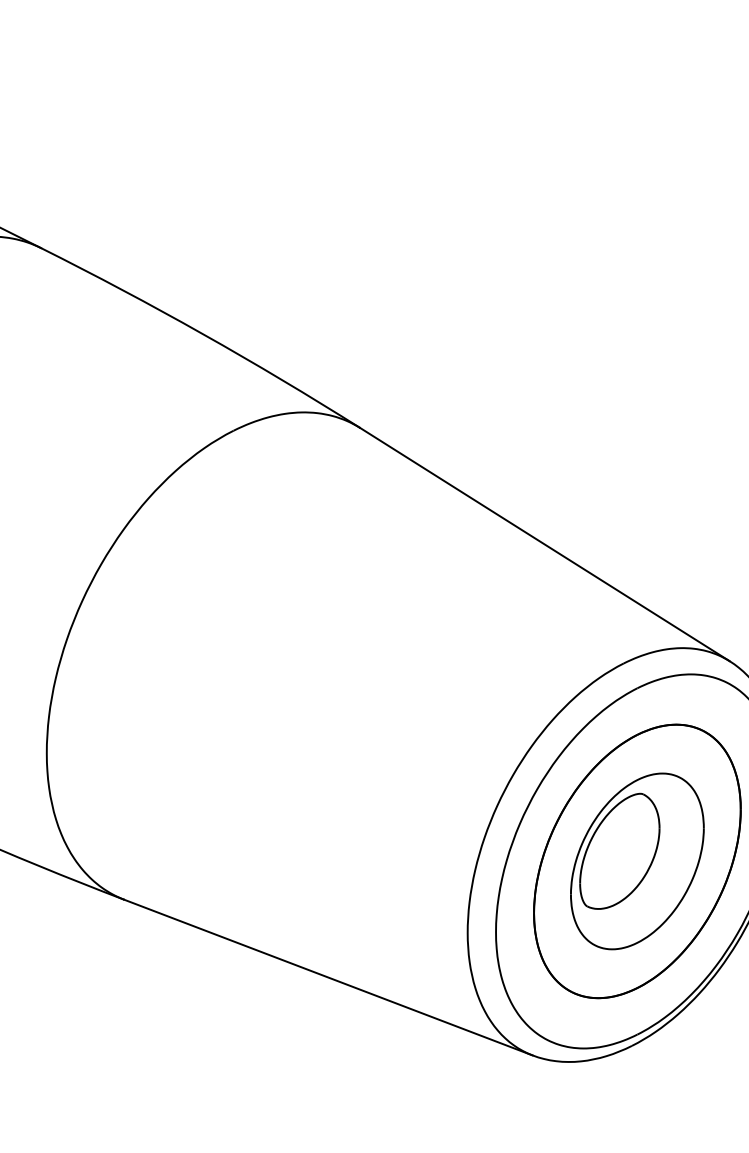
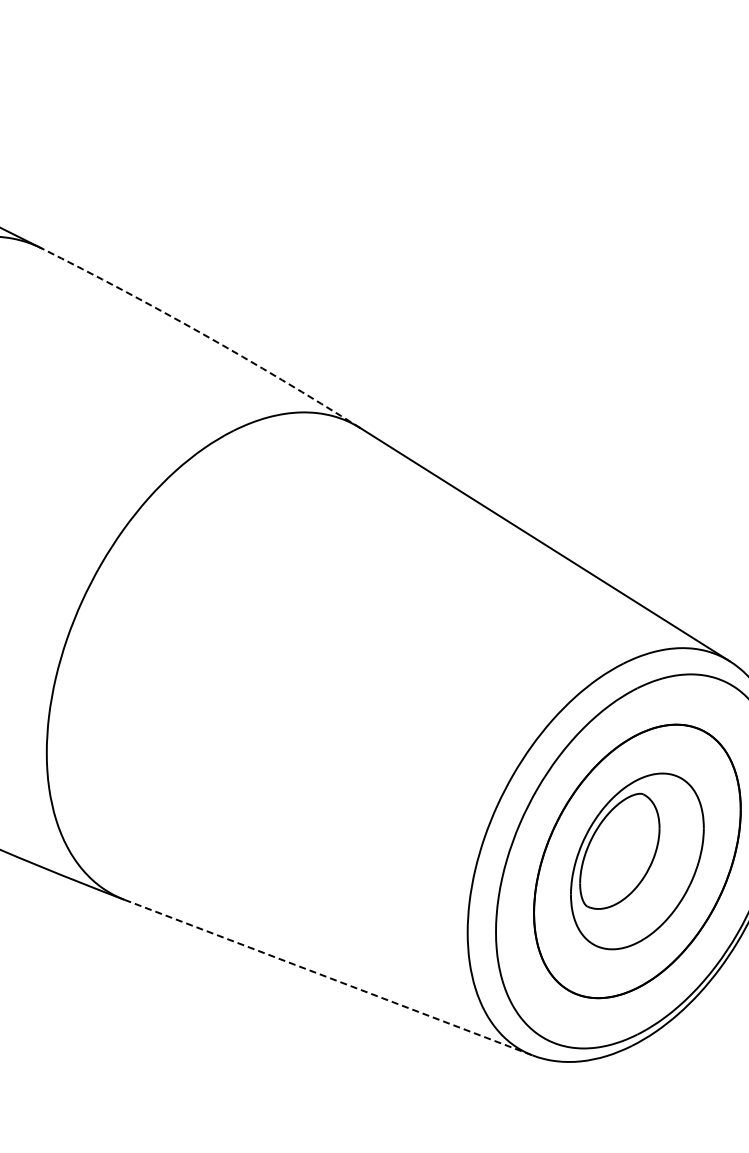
arc at (202, 334): solid -> dashed
line at (329, 977): solid -> dashed
